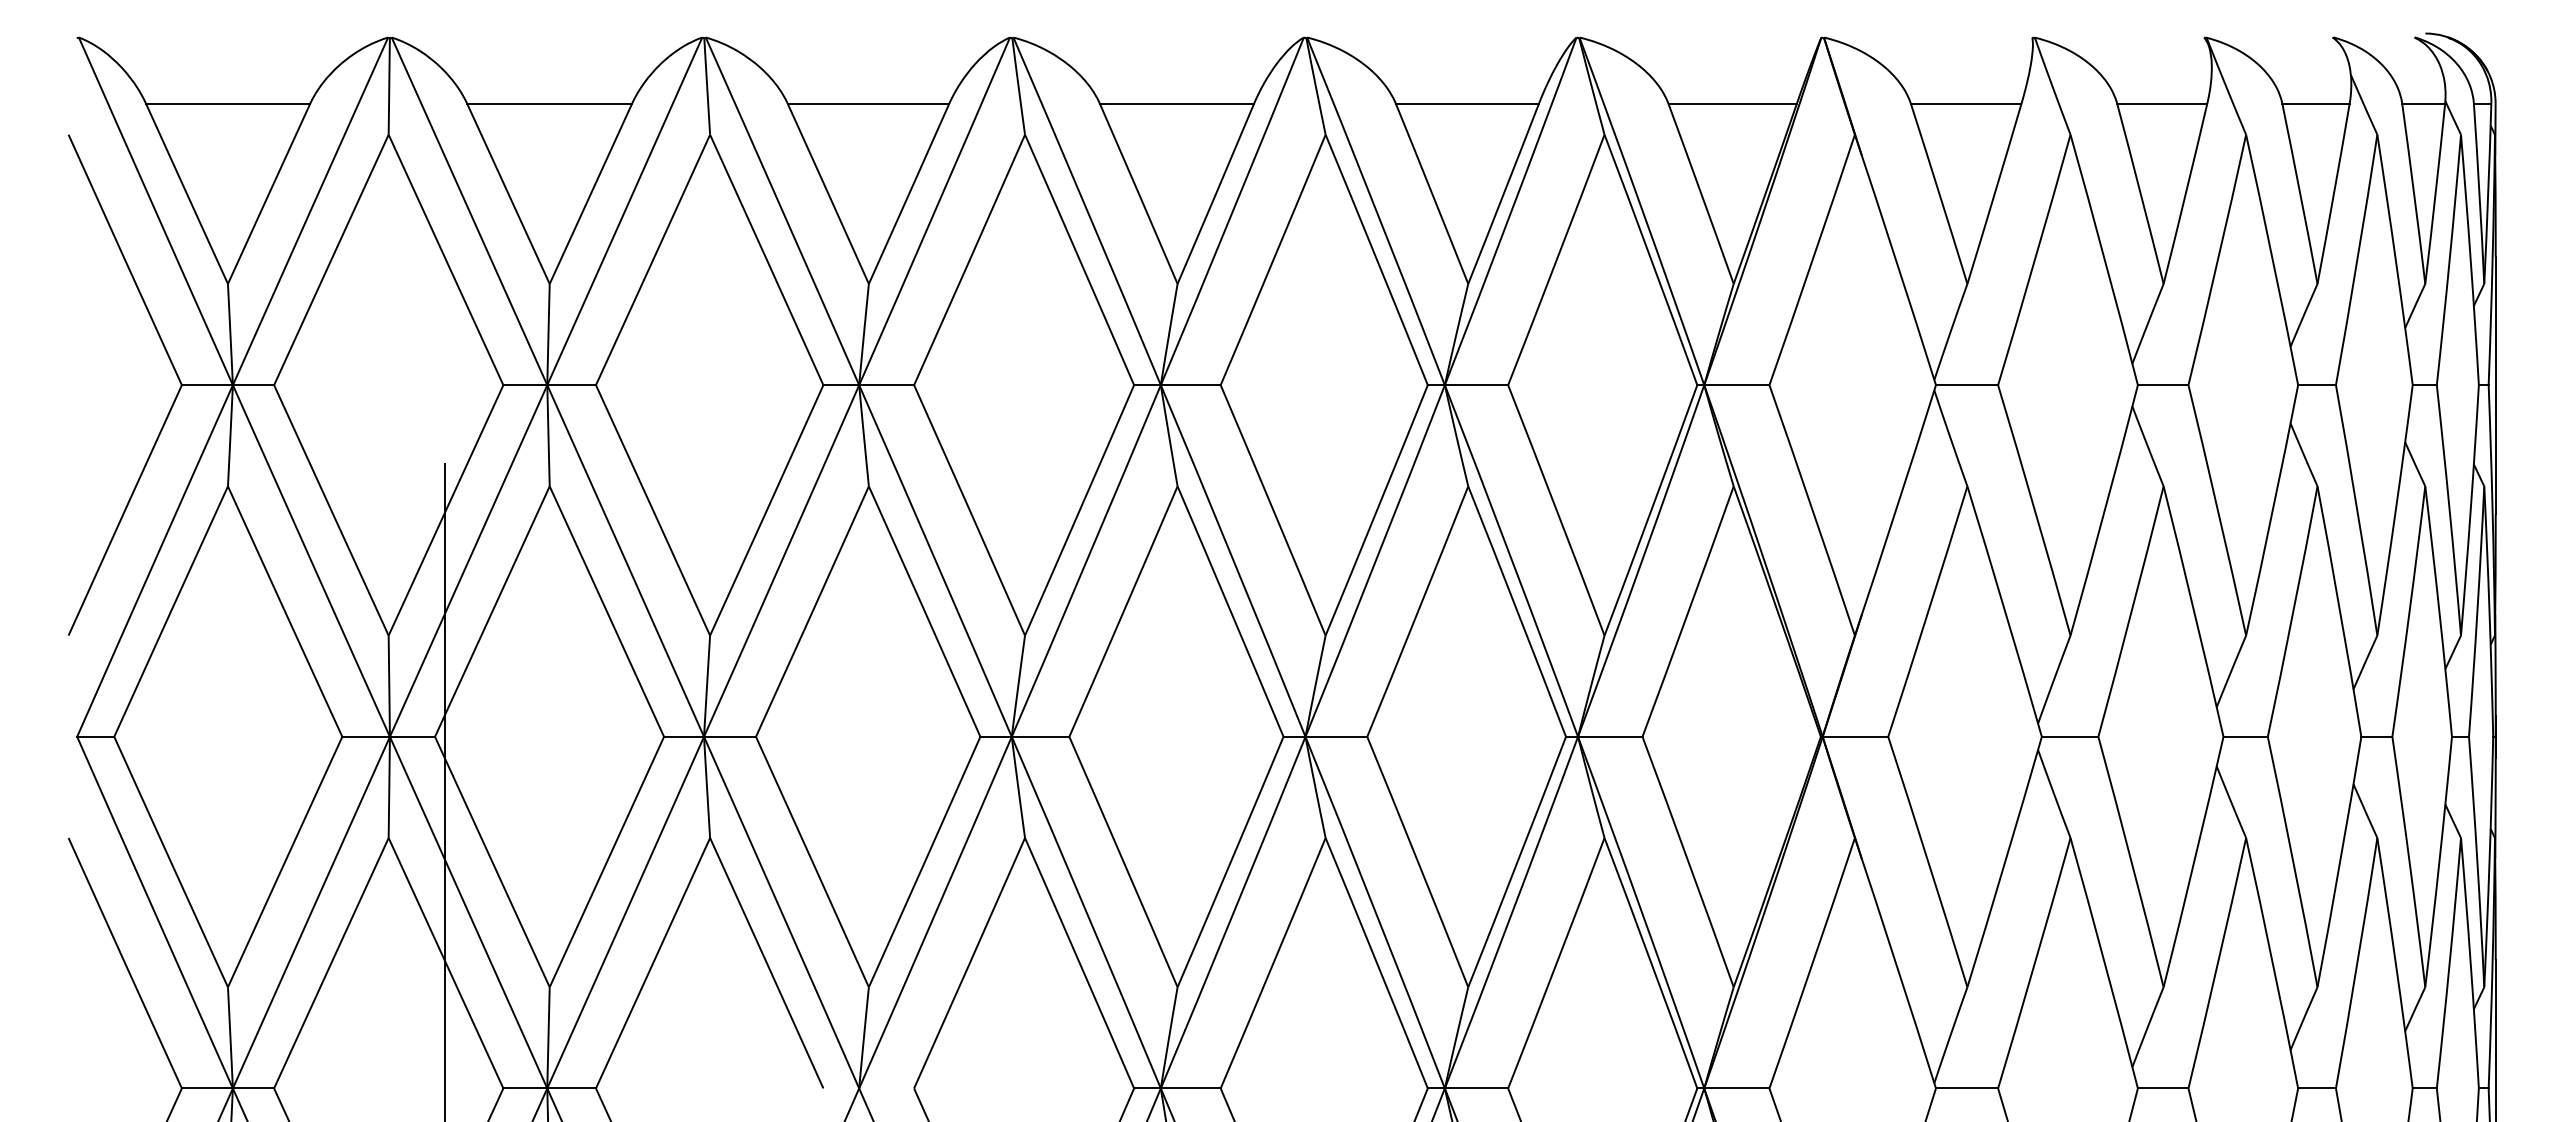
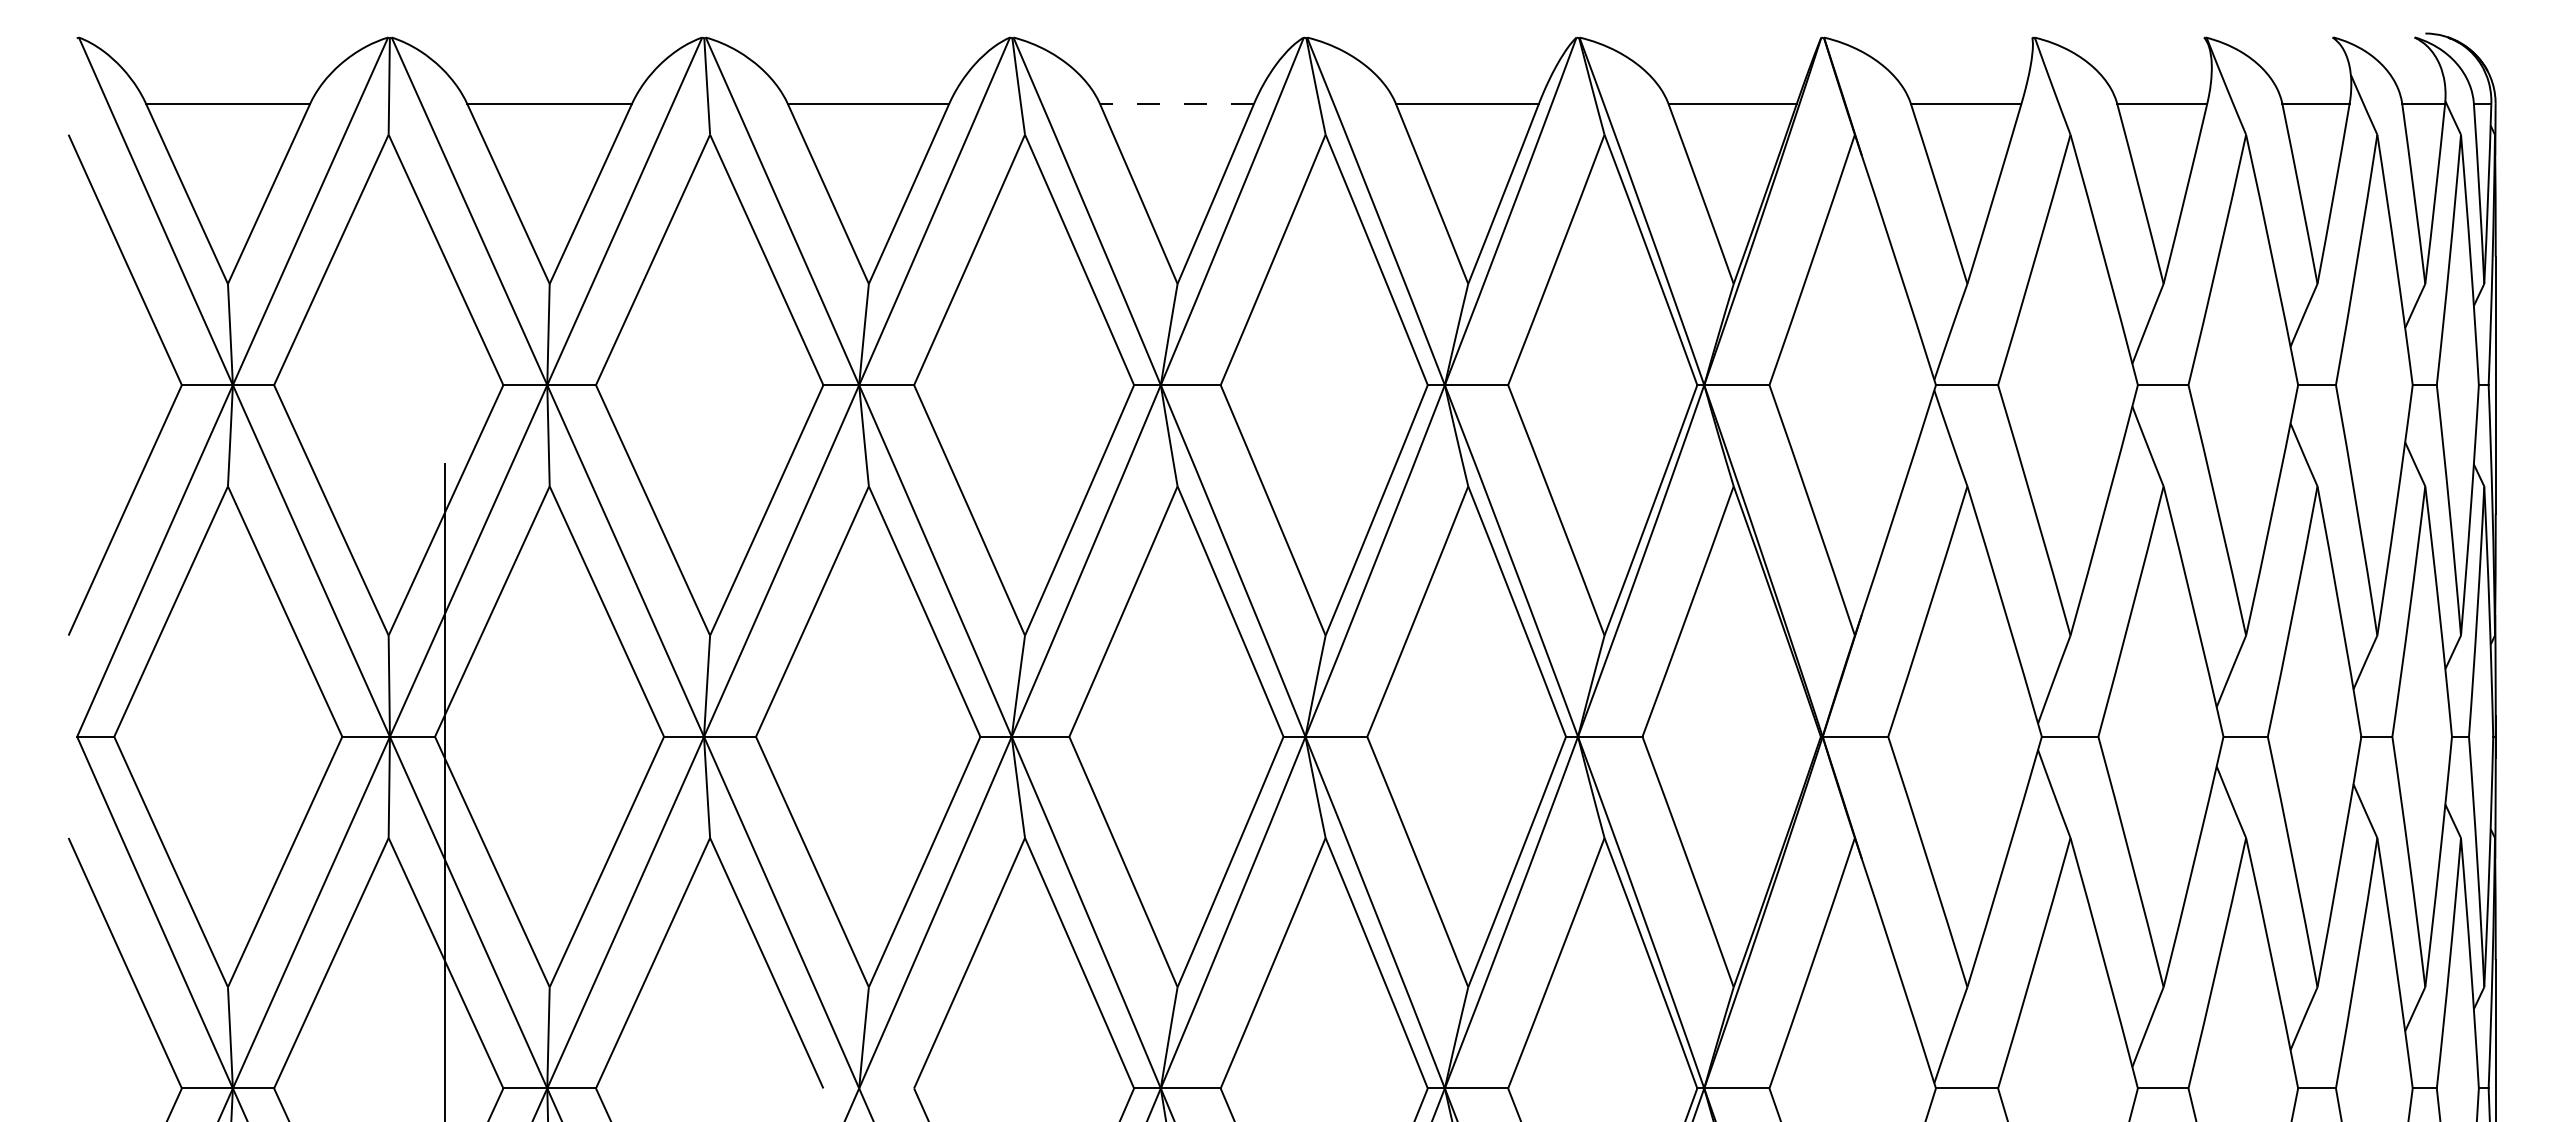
line at (1176, 103): solid -> dashed
